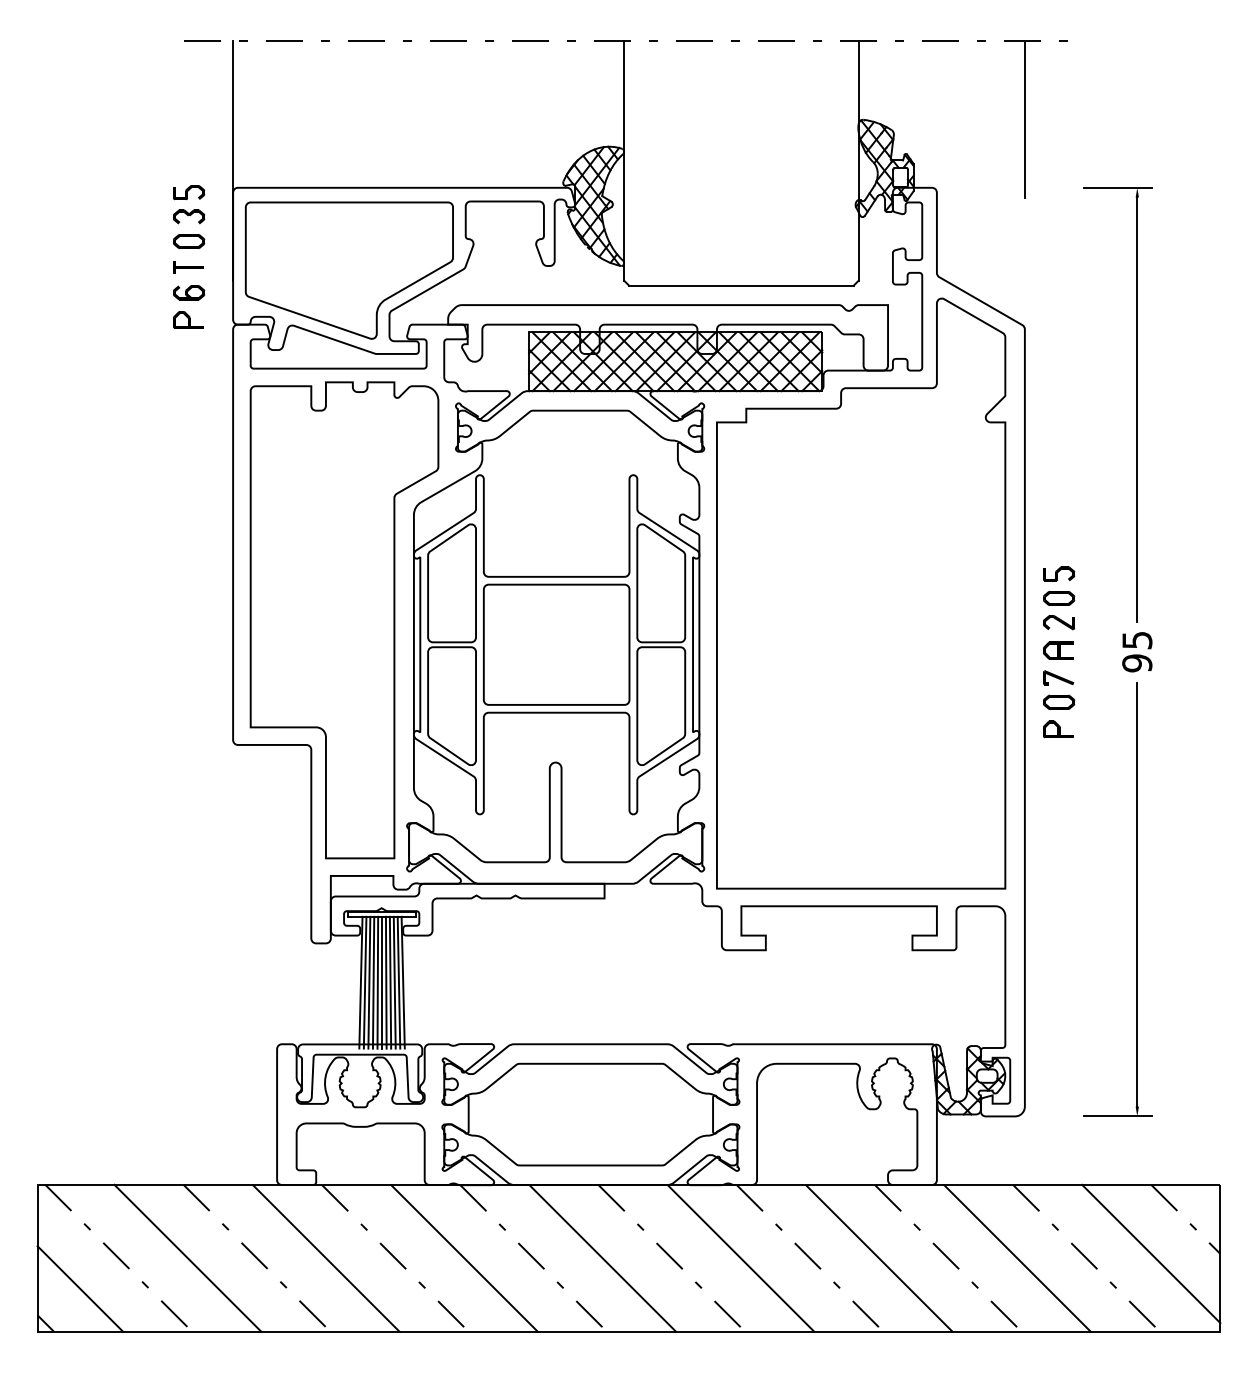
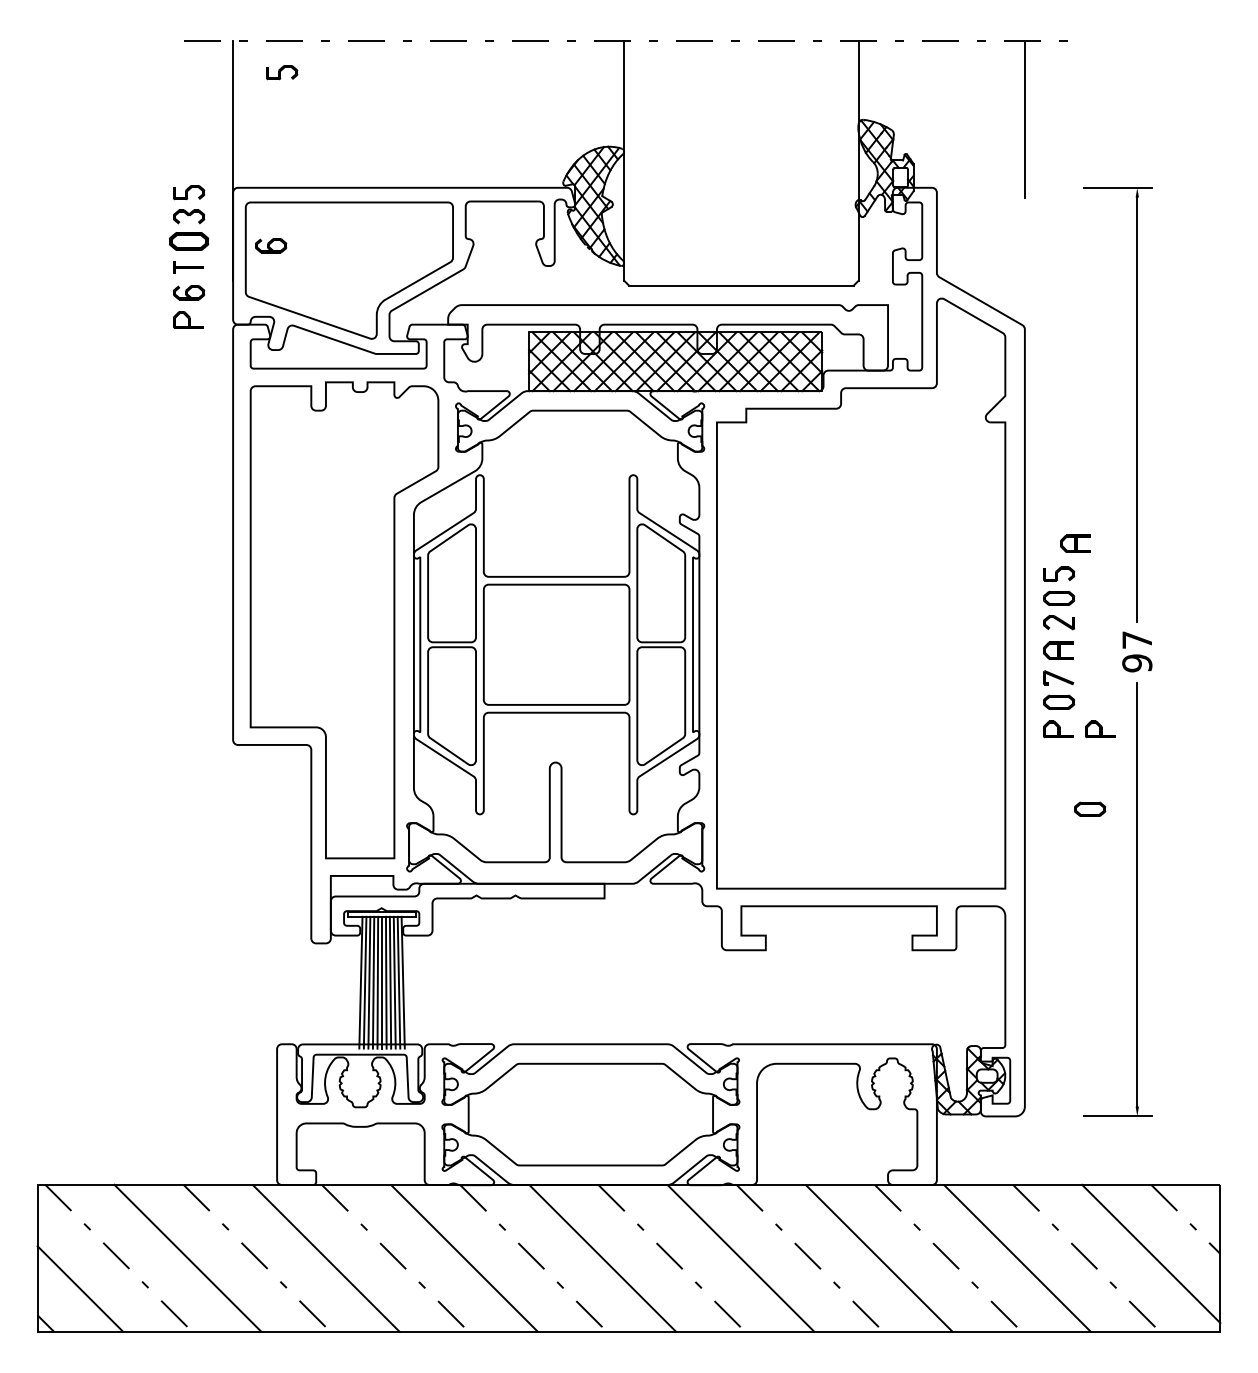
part at (282, 72): none -> present
part at (189, 241) size: 33x16 px -> 41x19 px
part at (271, 245): none -> present
part at (1075, 543): none -> present
text at (1137, 640): 95 -> 97
part at (1100, 729): none -> present
part at (1090, 808): none -> present
